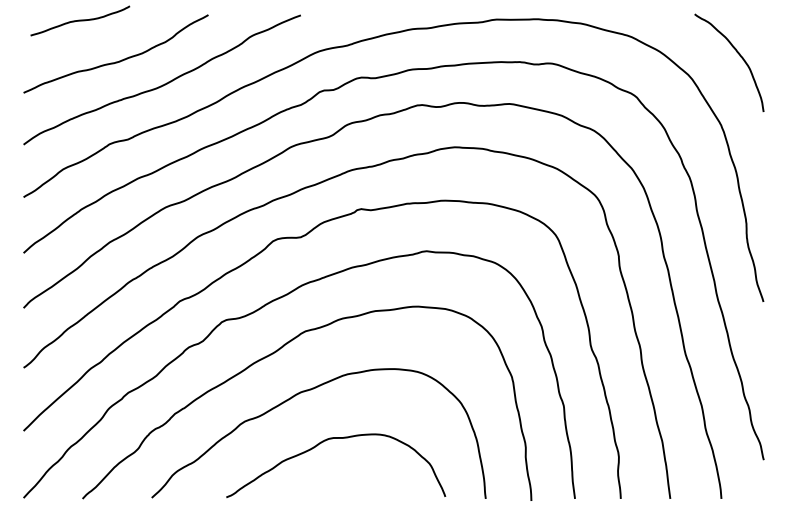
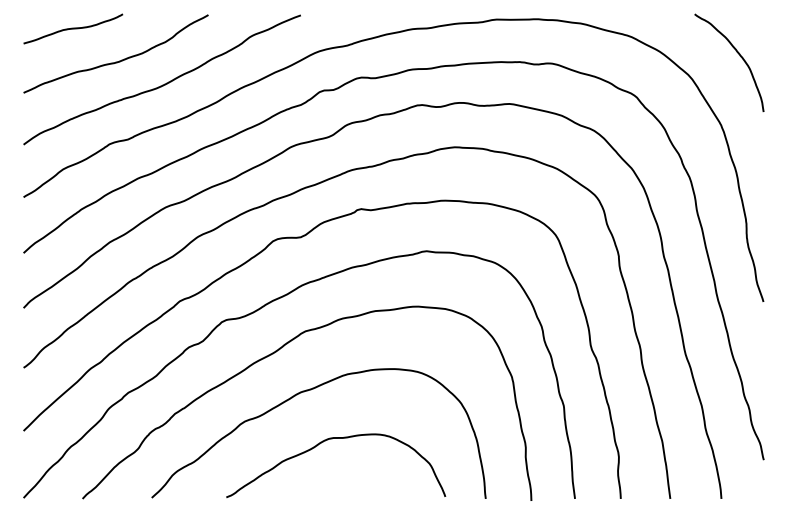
curve at (80, 20) position: (80, 20) -> (73, 28)
